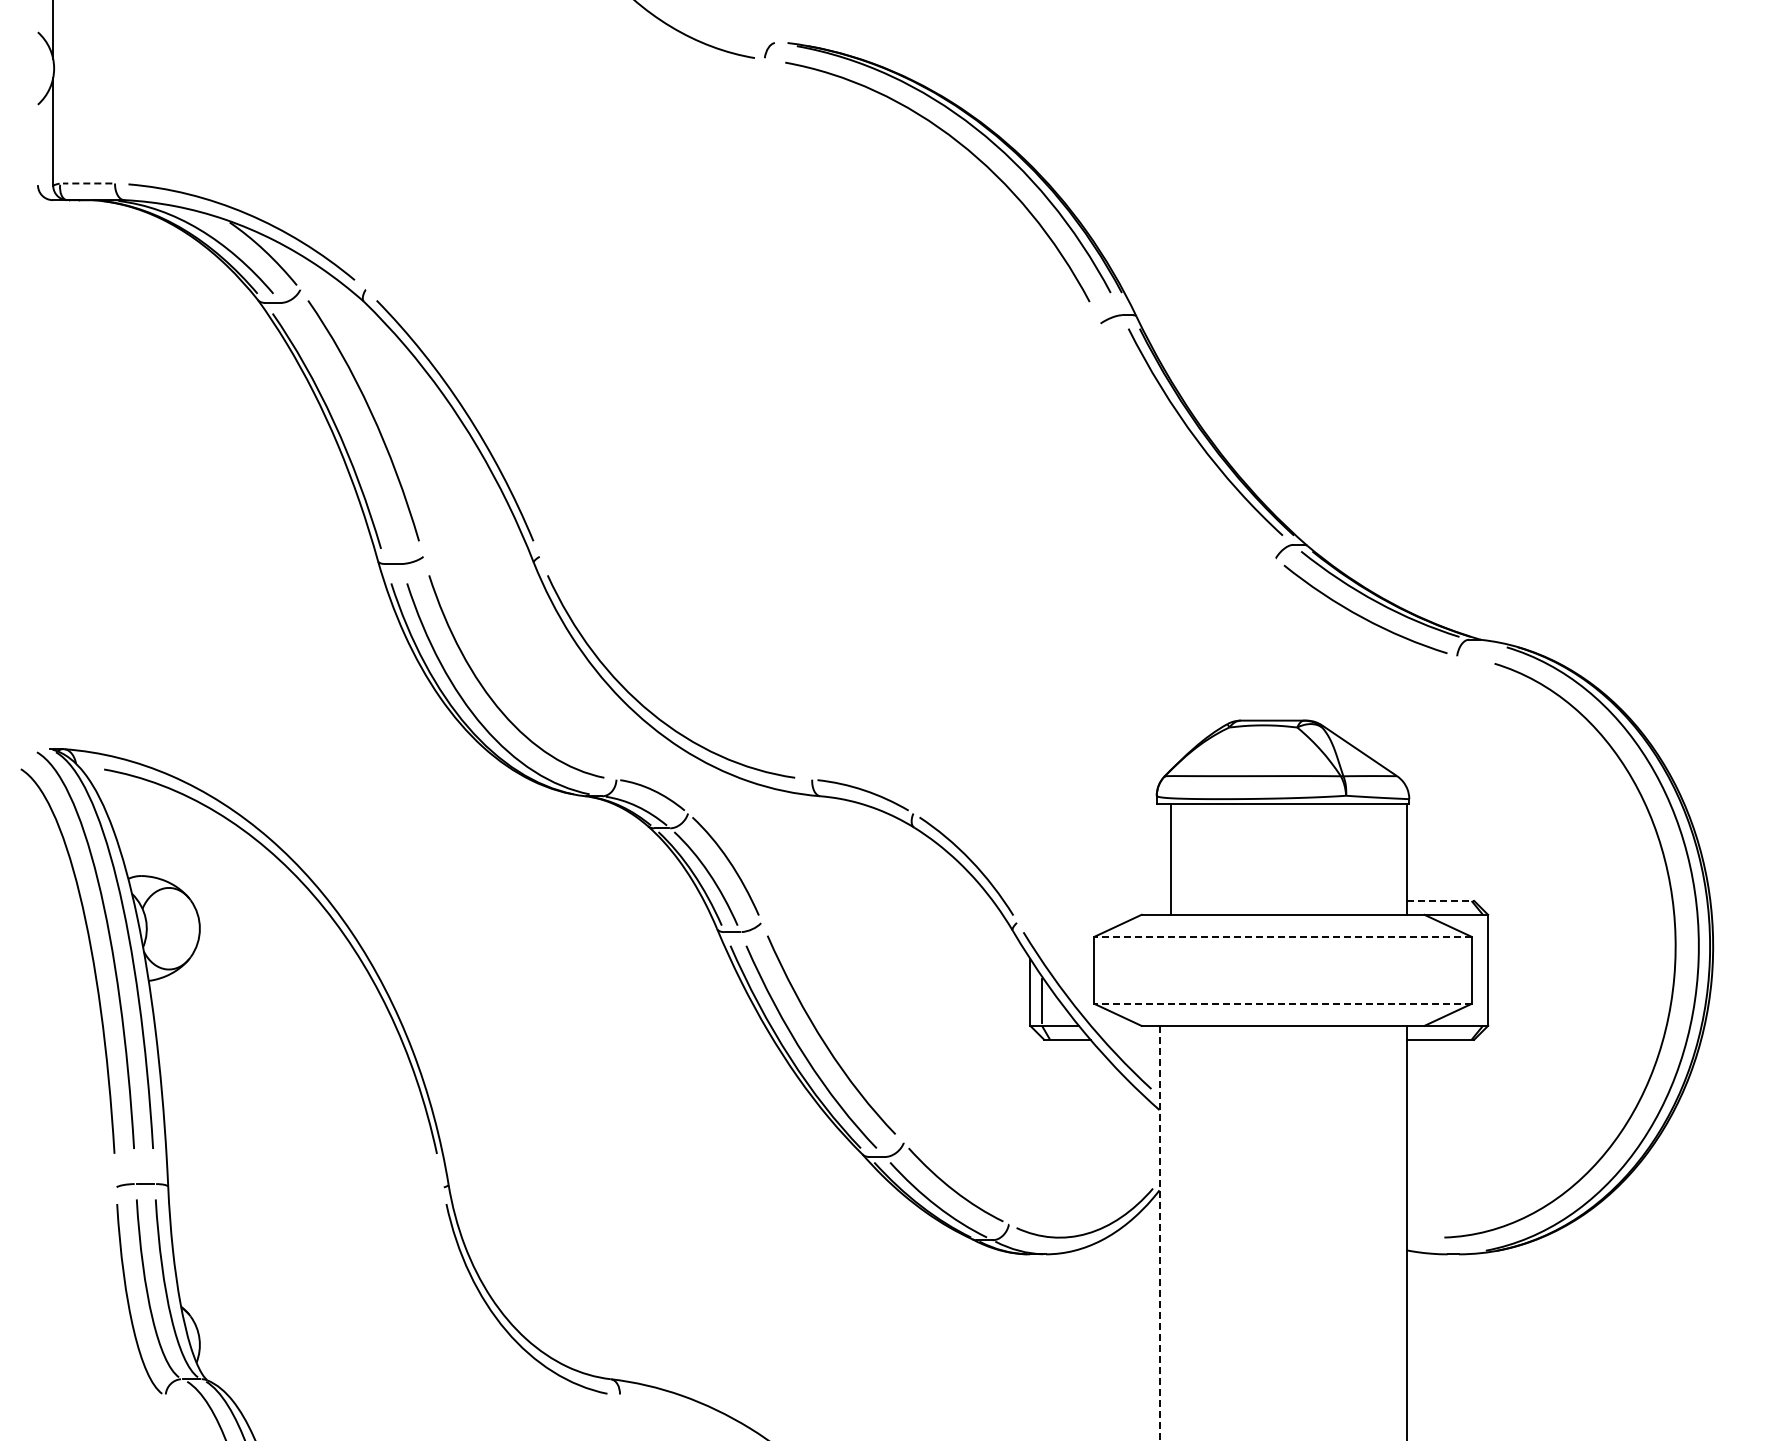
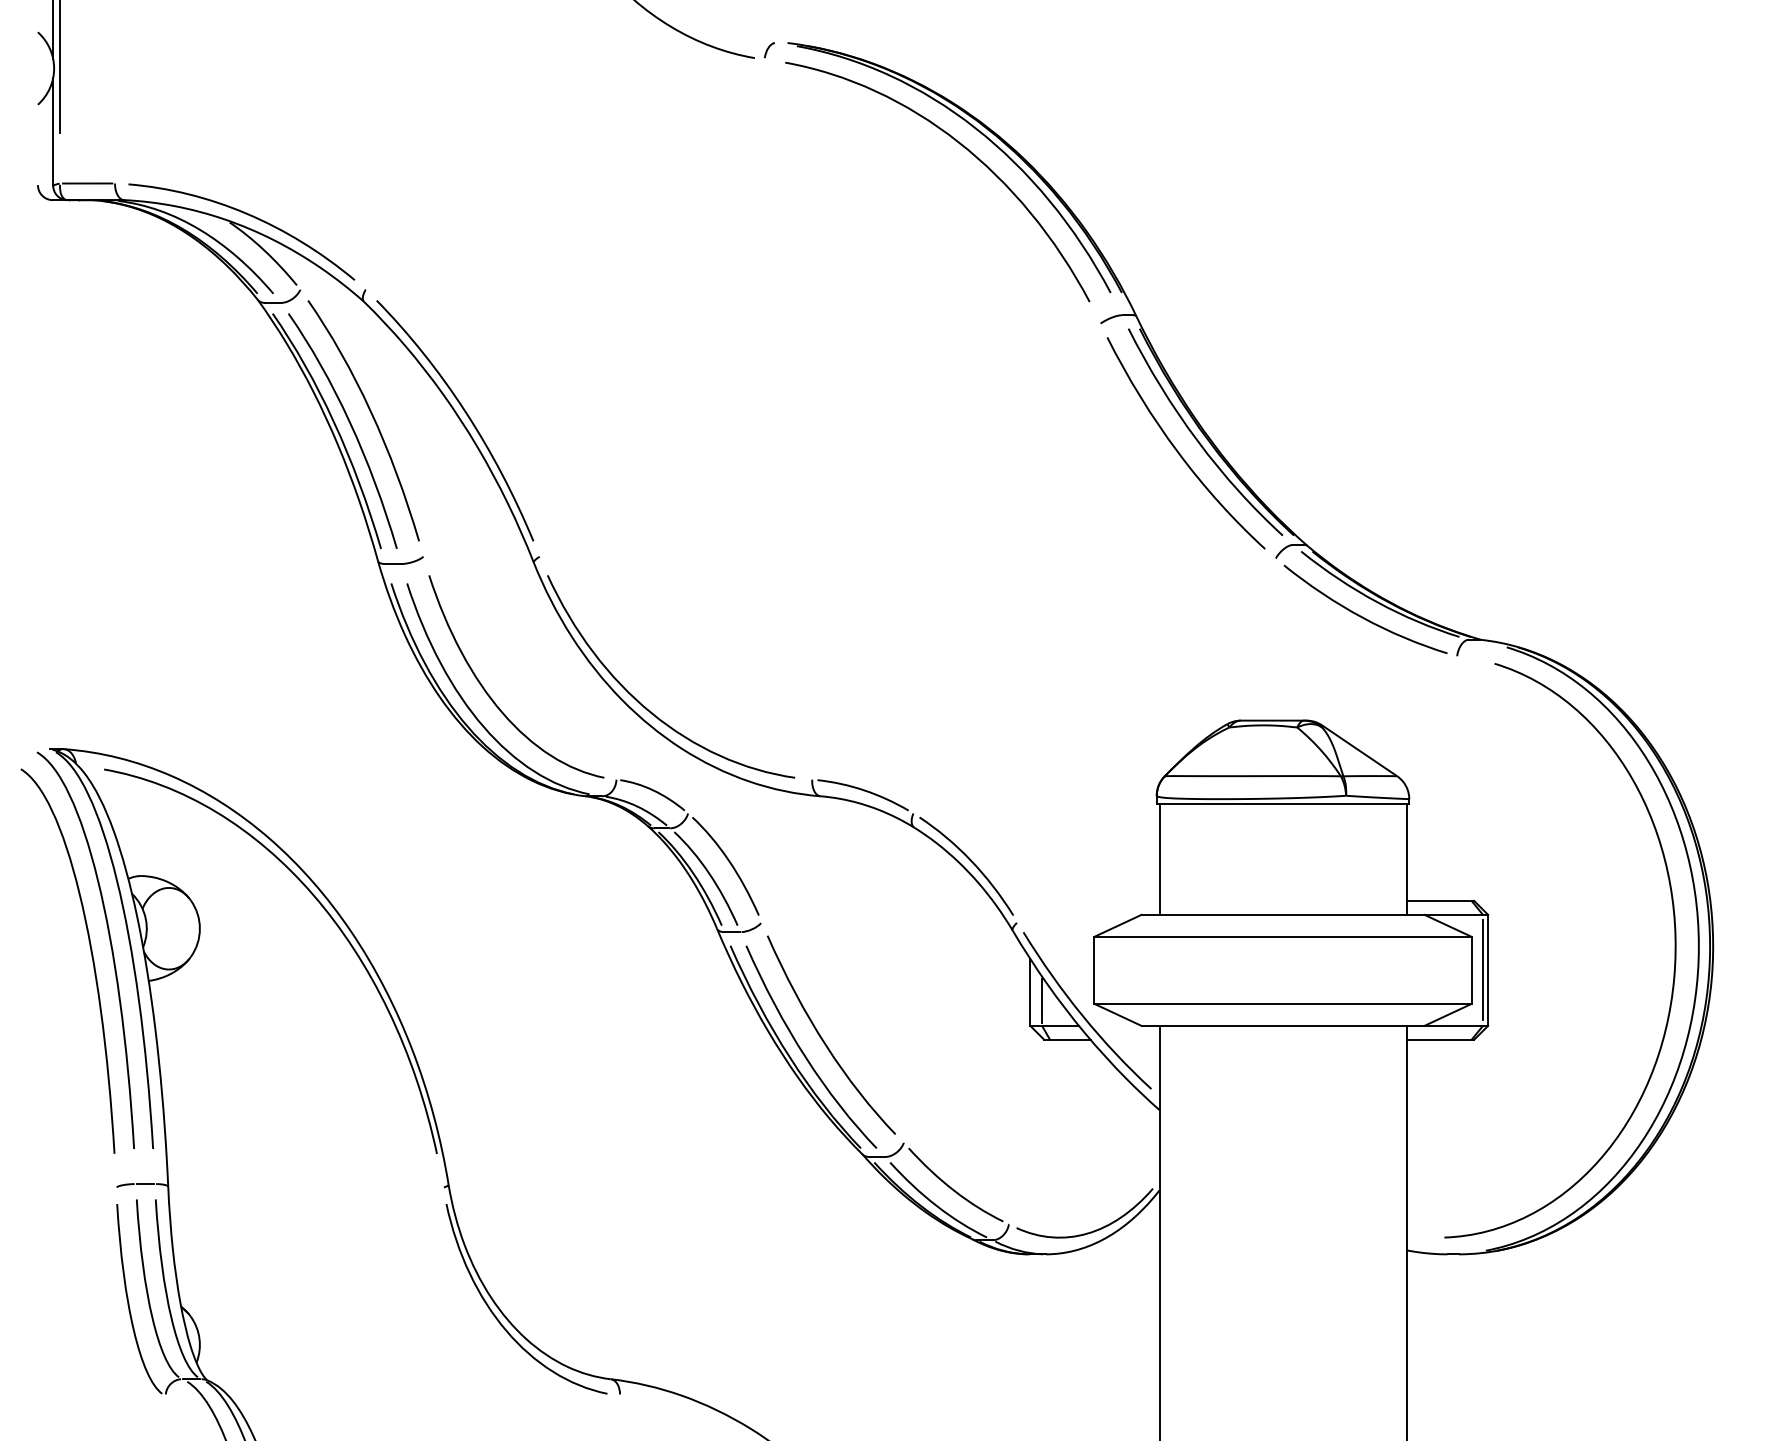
line at (60, 67): none -> present
line at (87, 183): dashed -> solid
curve at (350, 426): none -> present
curve at (1177, 449): none -> present
line at (1170, 858) position: (1170, 858) -> (1159, 858)
line at (1440, 900): dashed -> solid
line at (1283, 936): dashed -> solid
line at (1483, 970): none -> present
line at (1283, 1003): dashed -> solid
line at (1159, 1233): dashed -> solid
